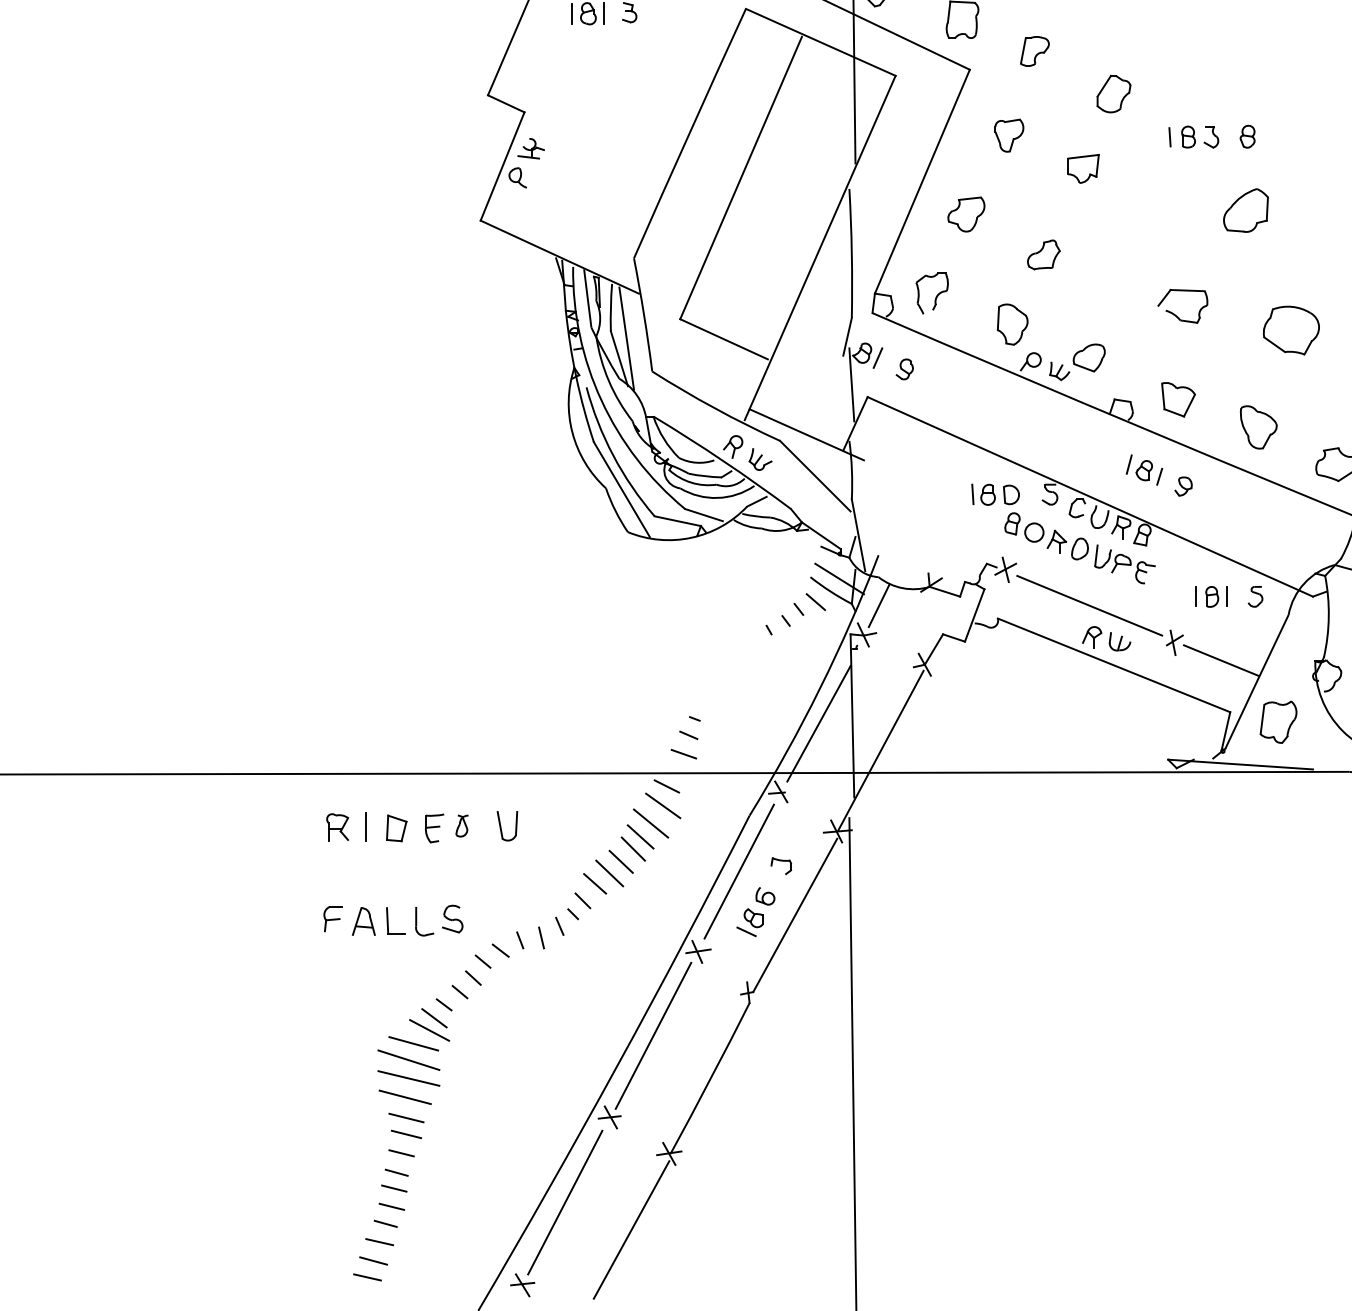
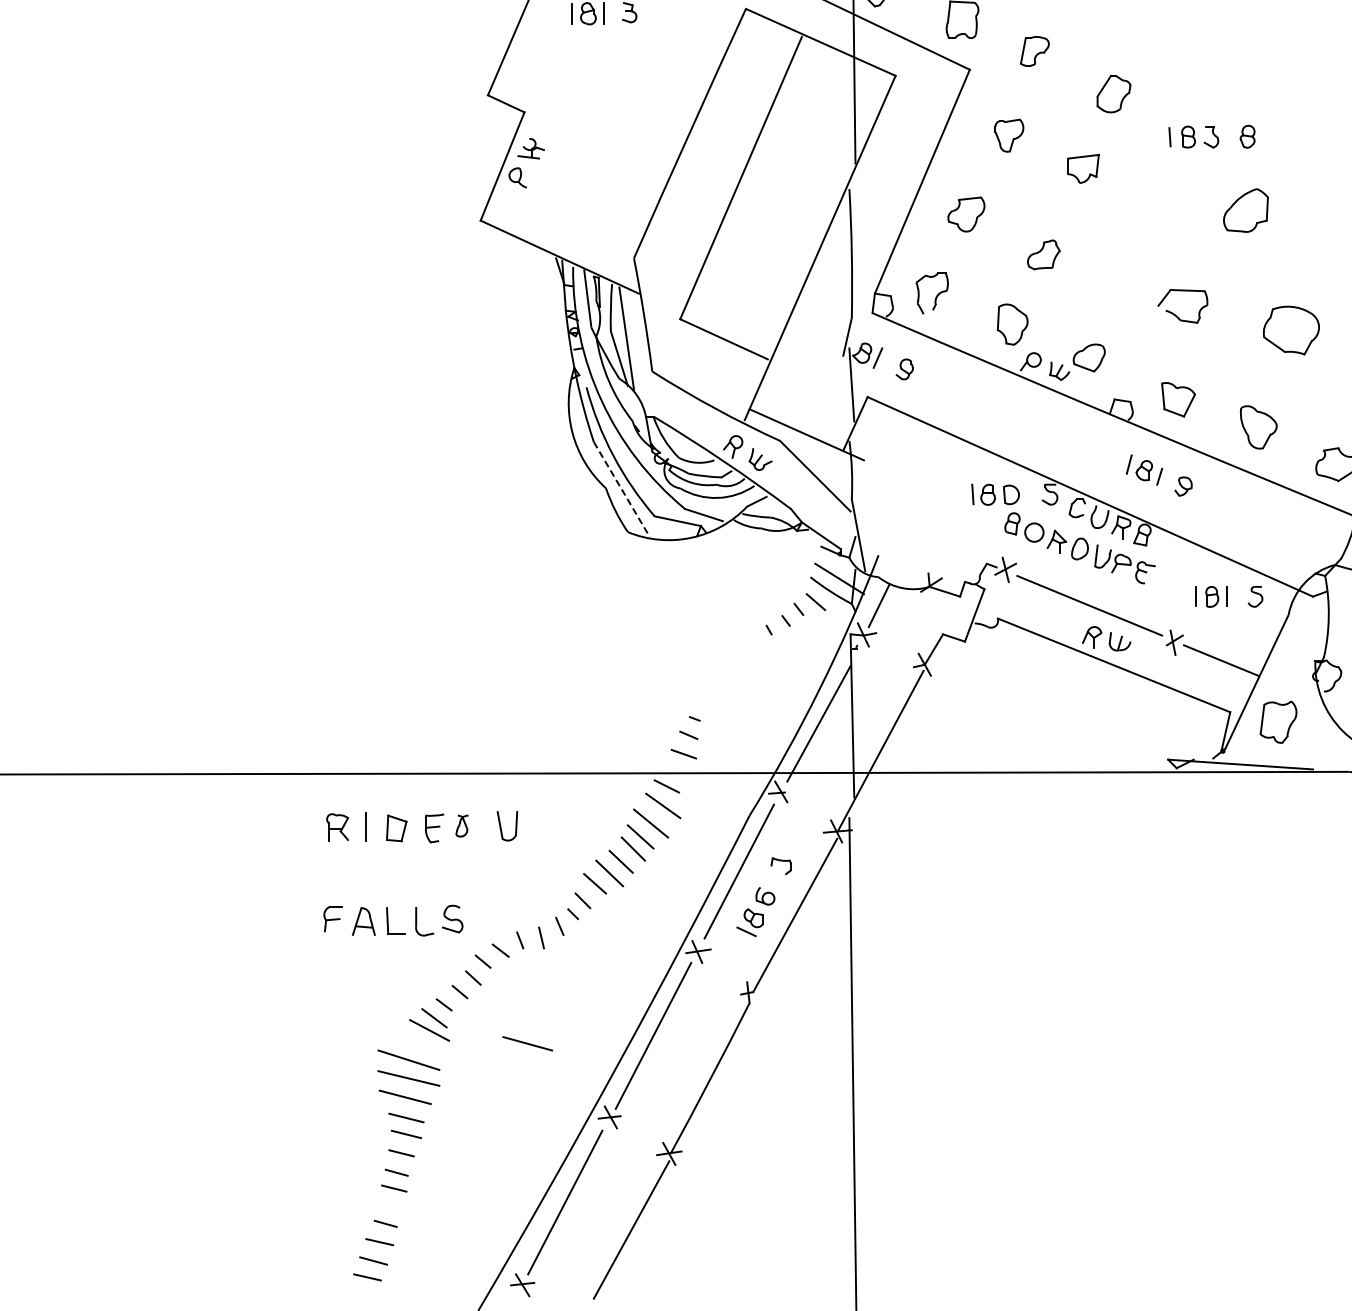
line at (622, 489): solid -> dashed
line at (413, 1043) position: (413, 1043) -> (527, 1043)
line at (391, 1206): present -> none
